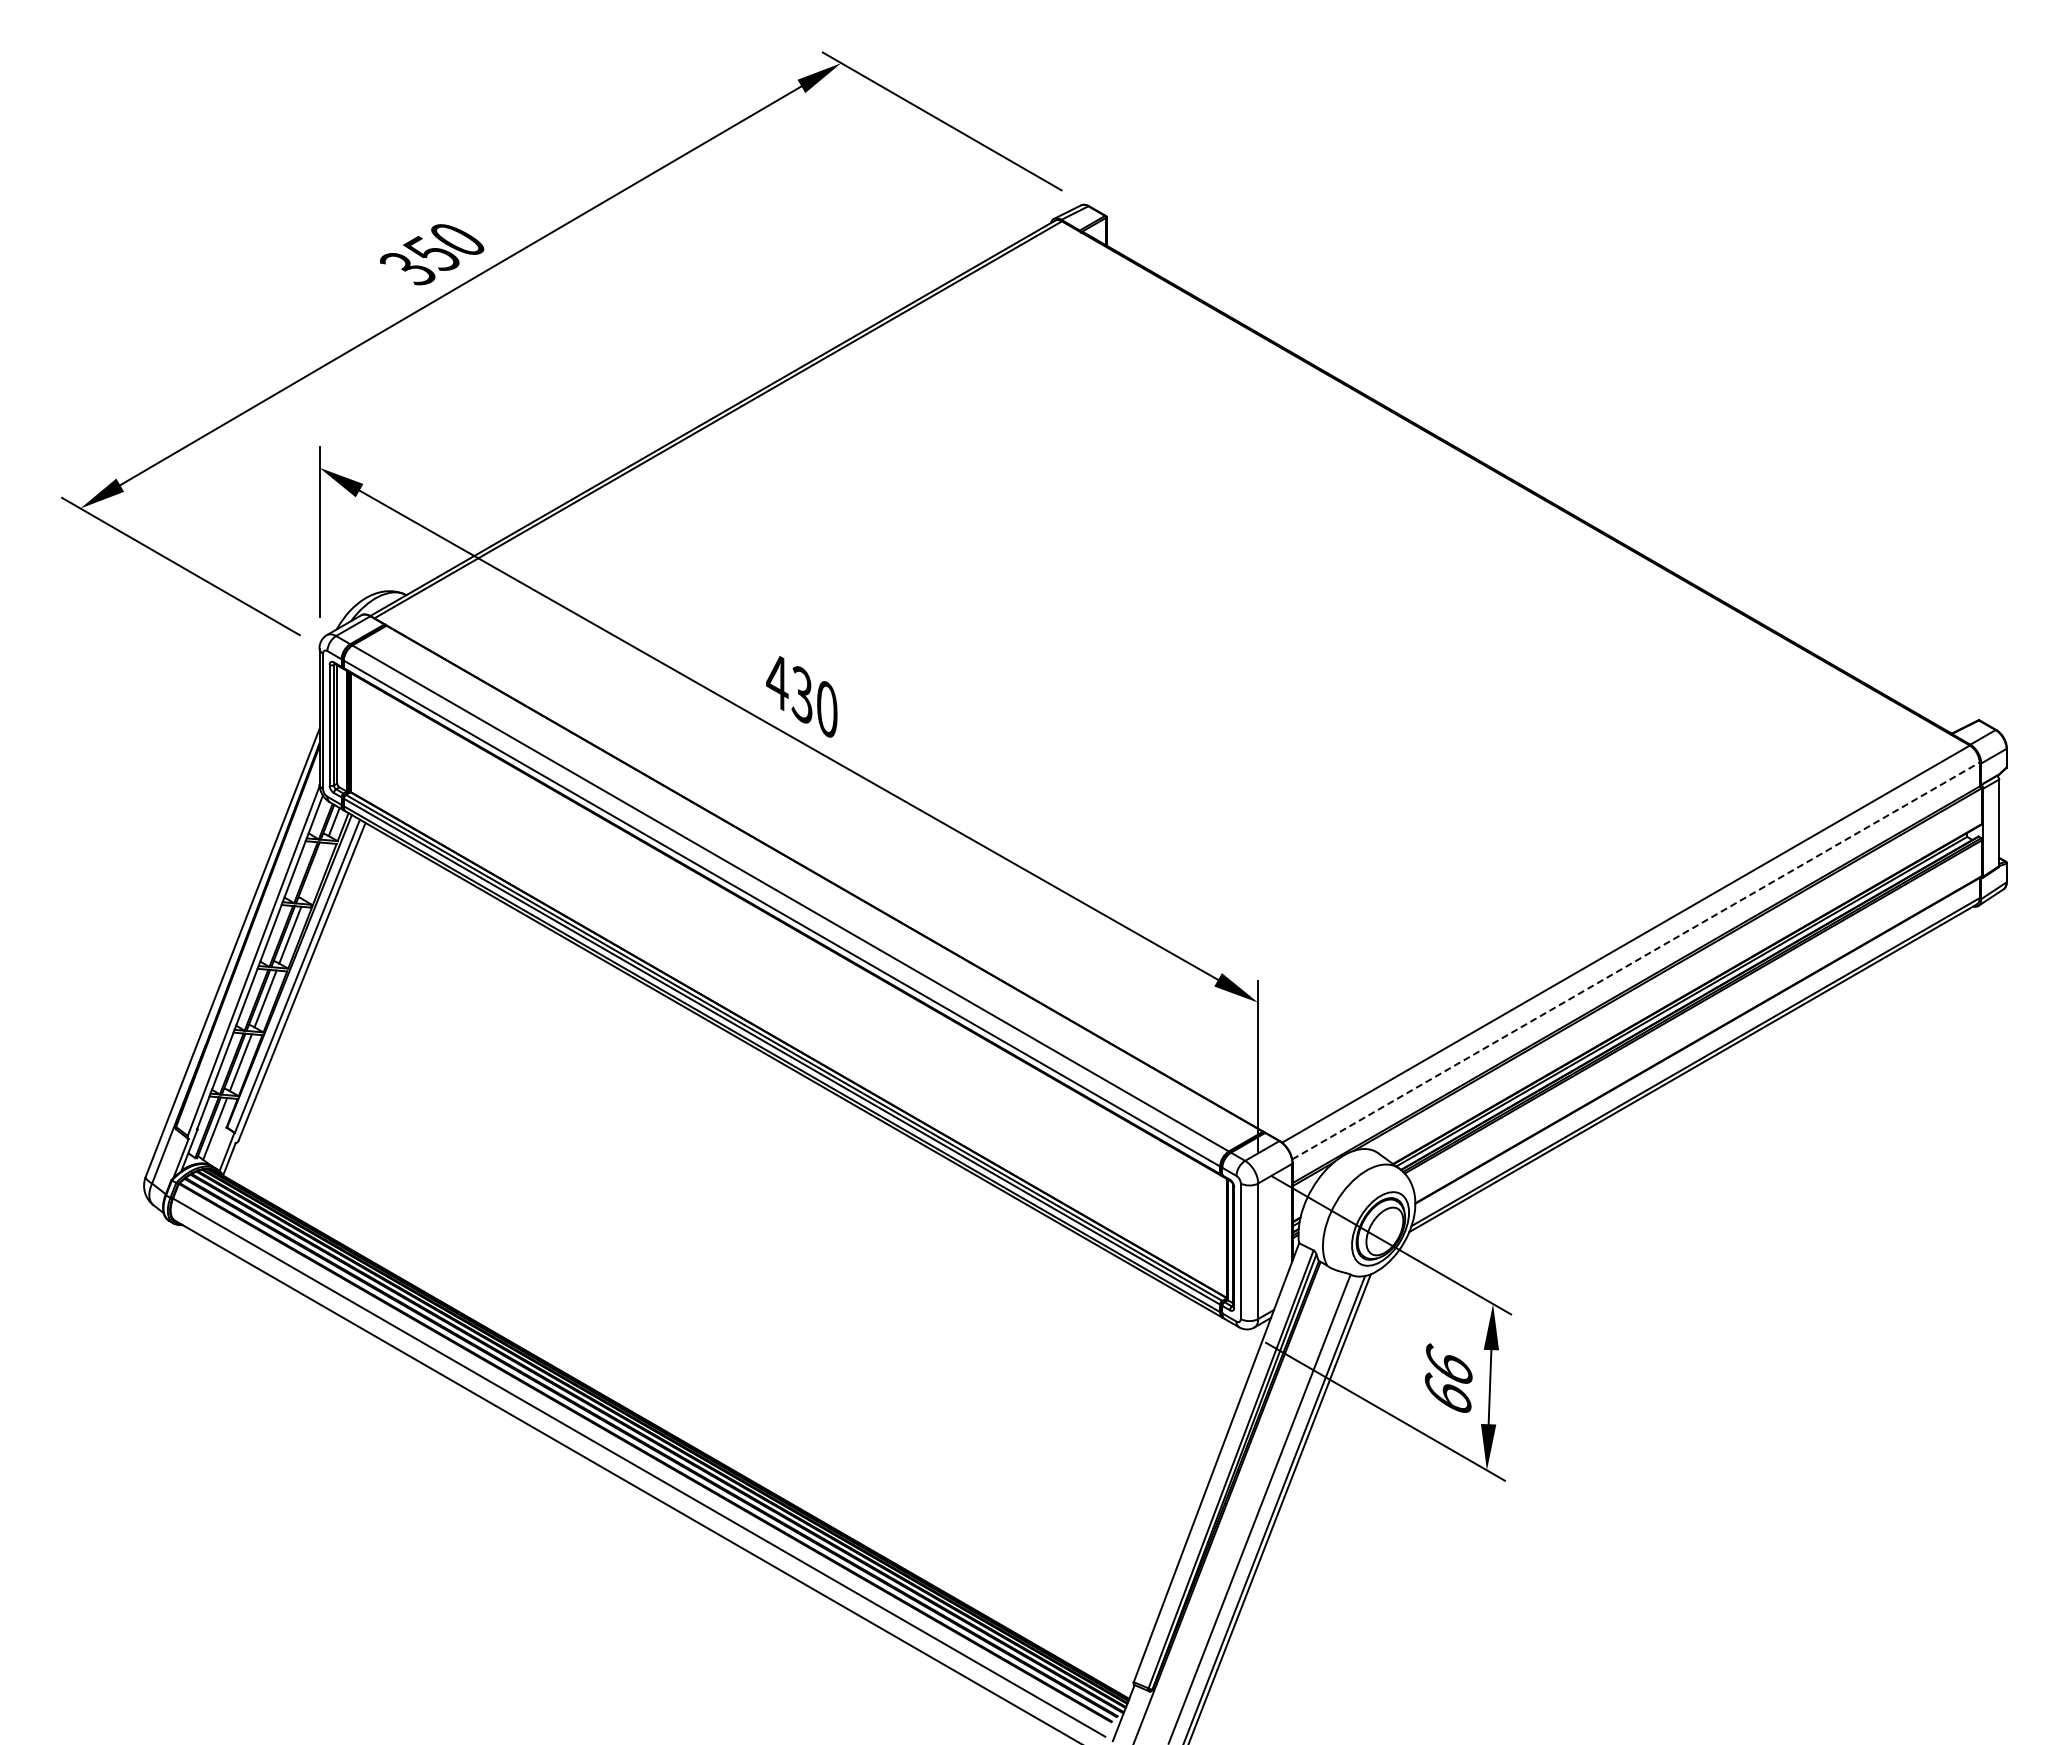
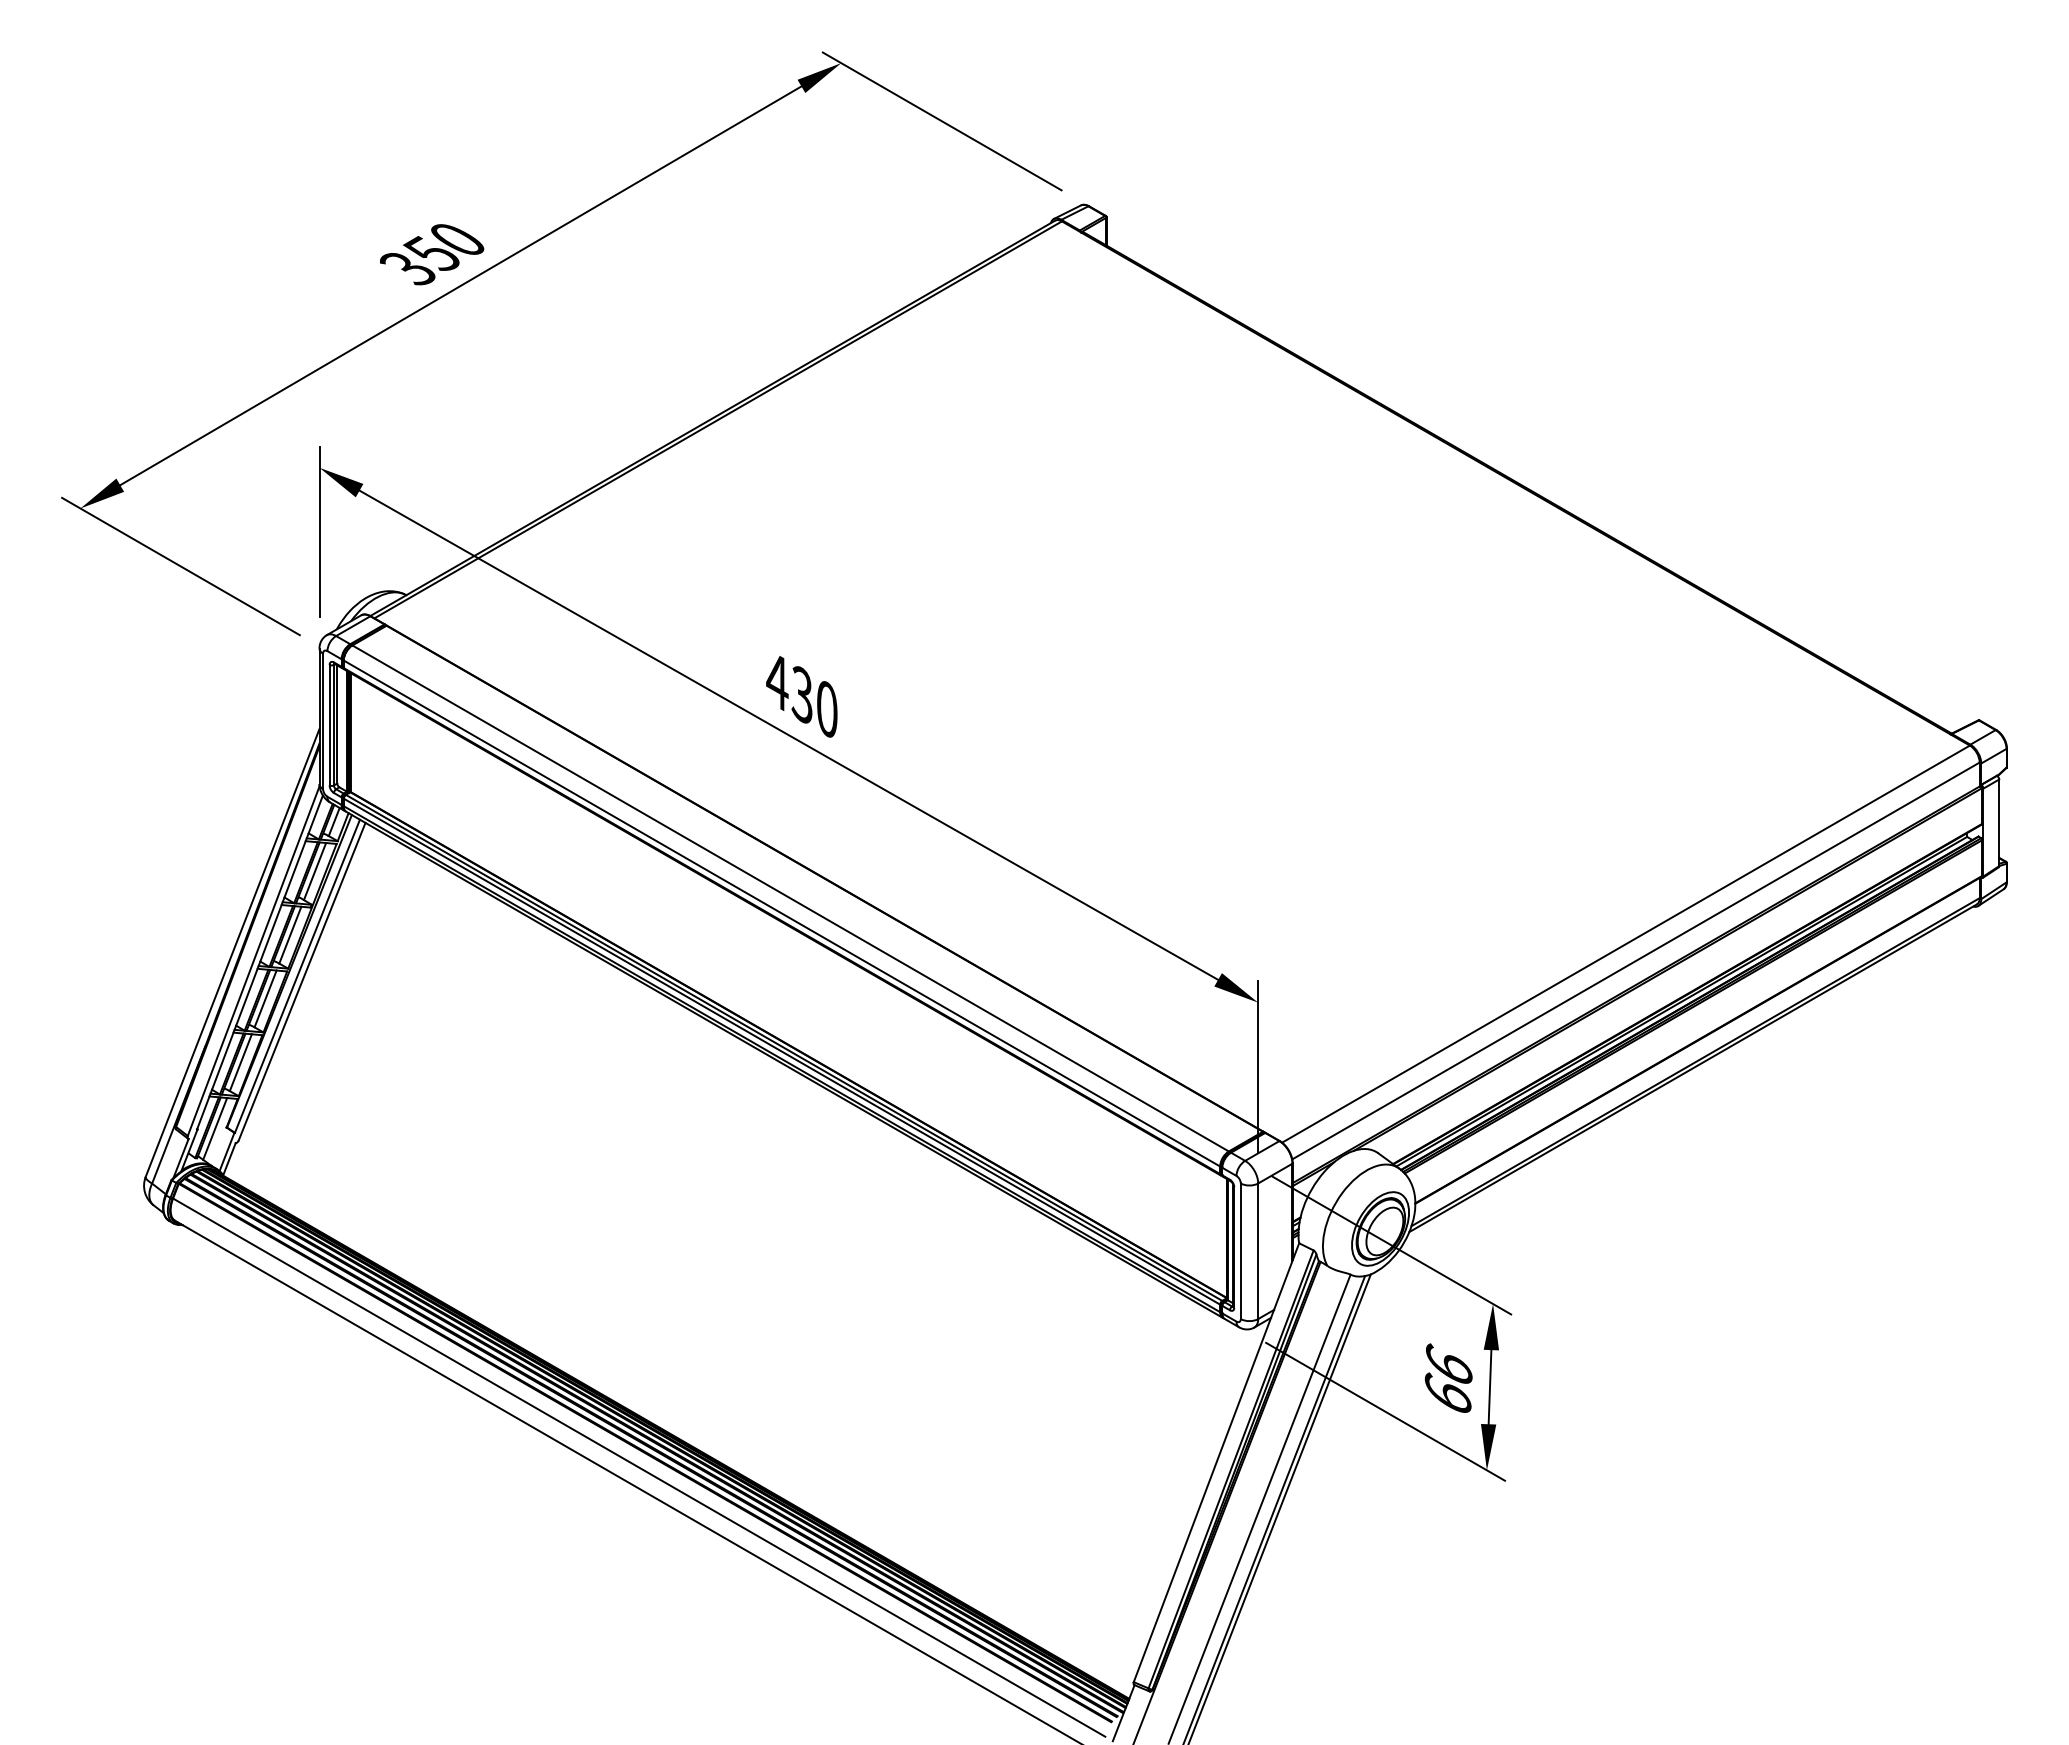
line at (314, 871): none -> present
line at (1635, 960): dashed -> solid
